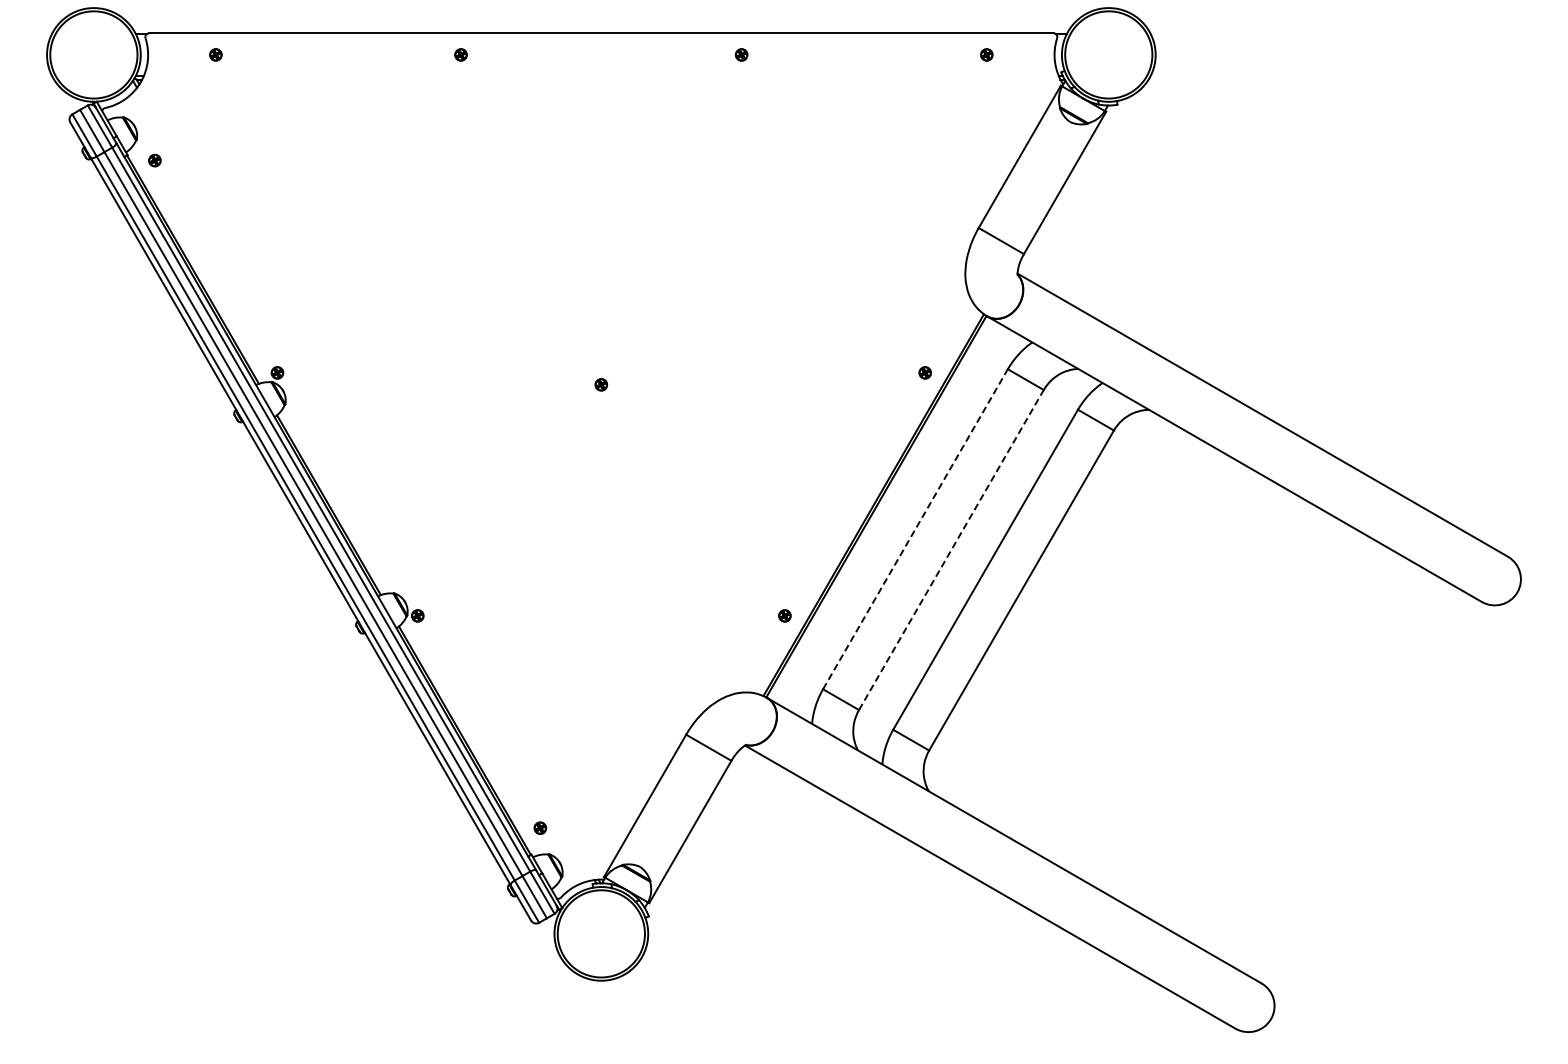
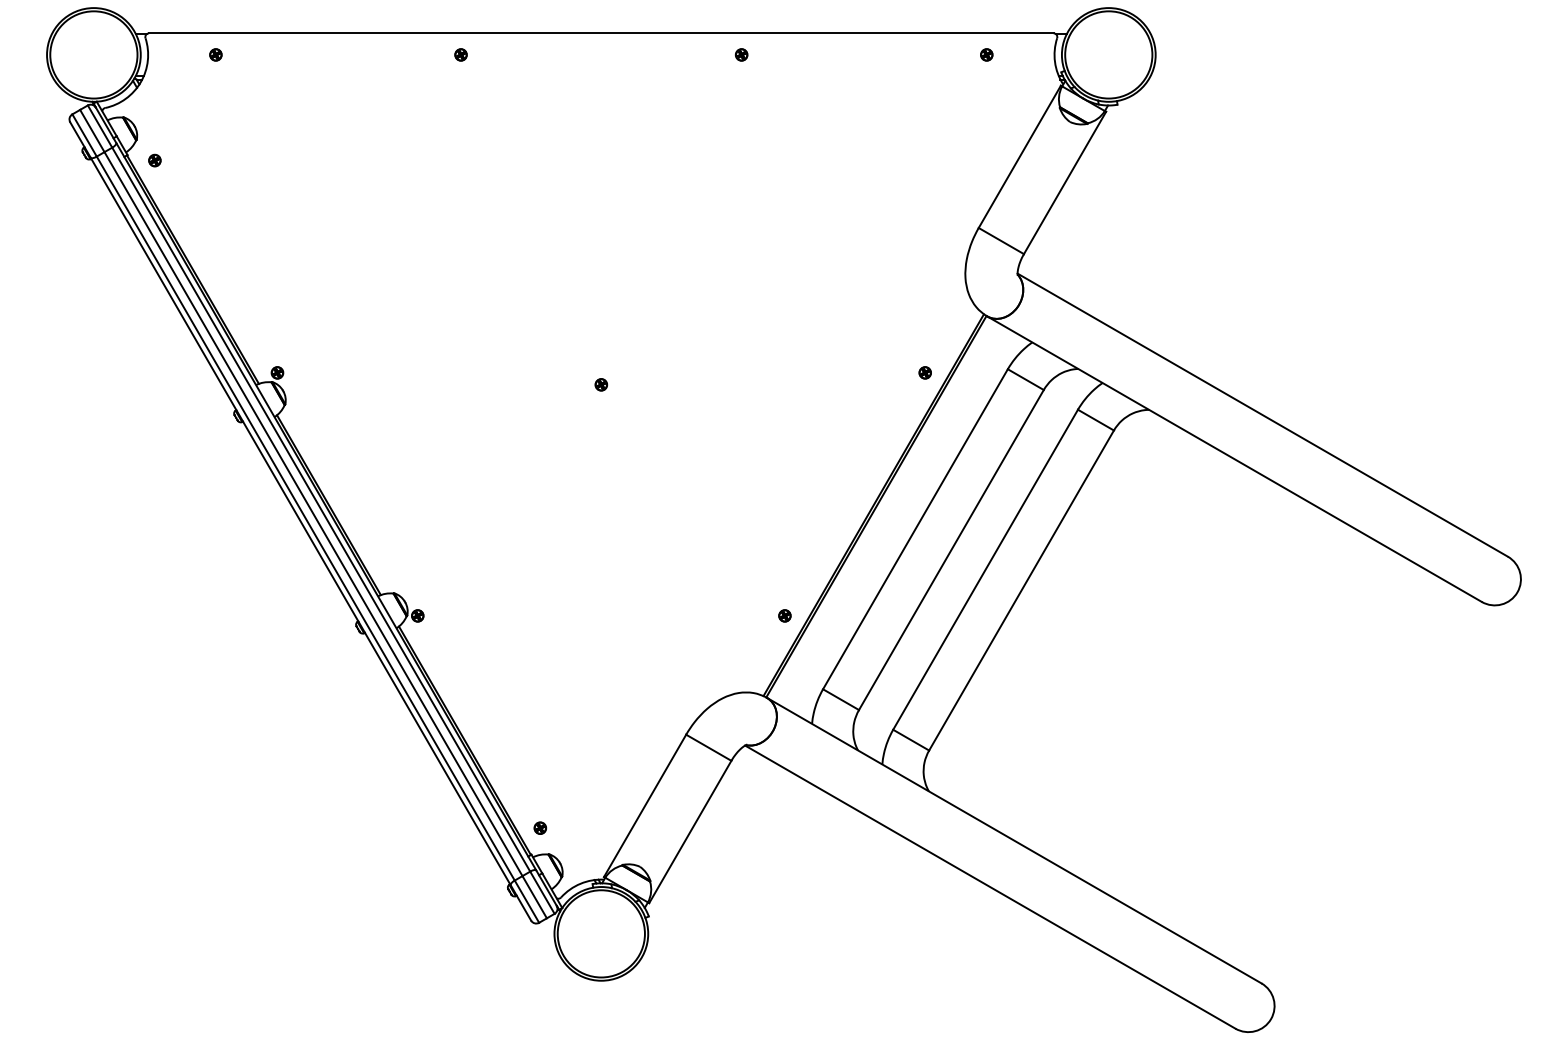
line at (915, 529): dashed -> solid
line at (951, 550): dashed -> solid
